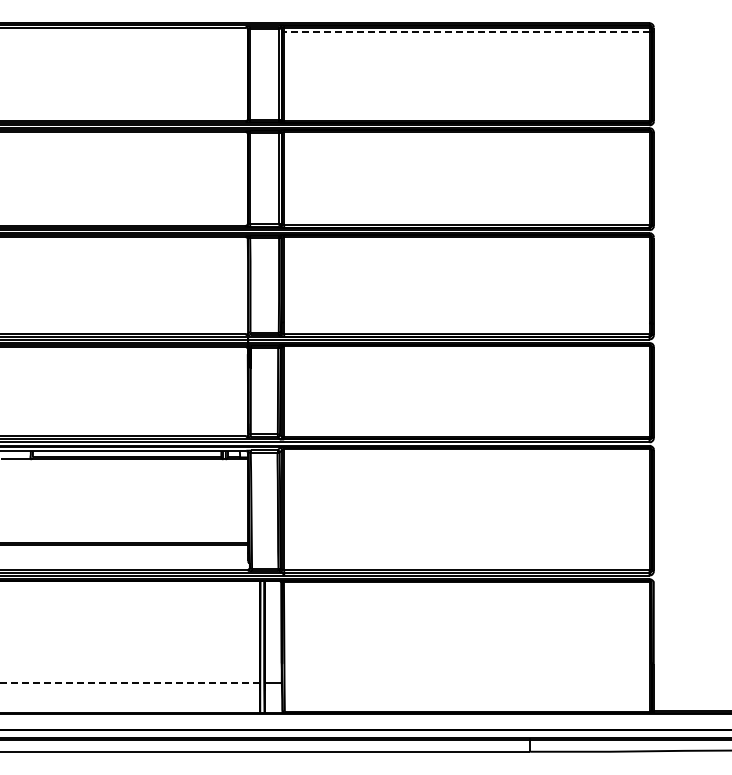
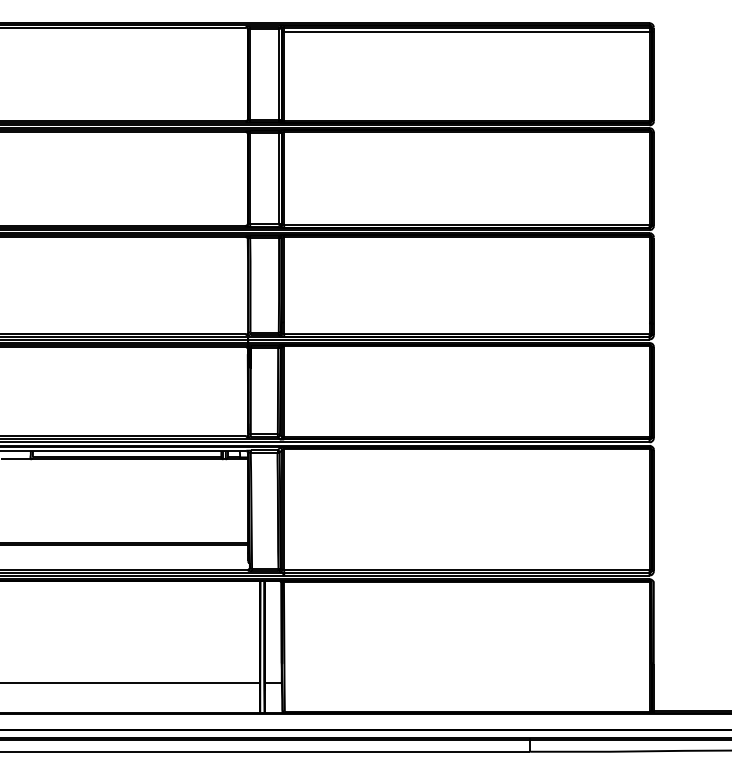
line at (466, 32): dashed -> solid
line at (130, 683): dashed -> solid
